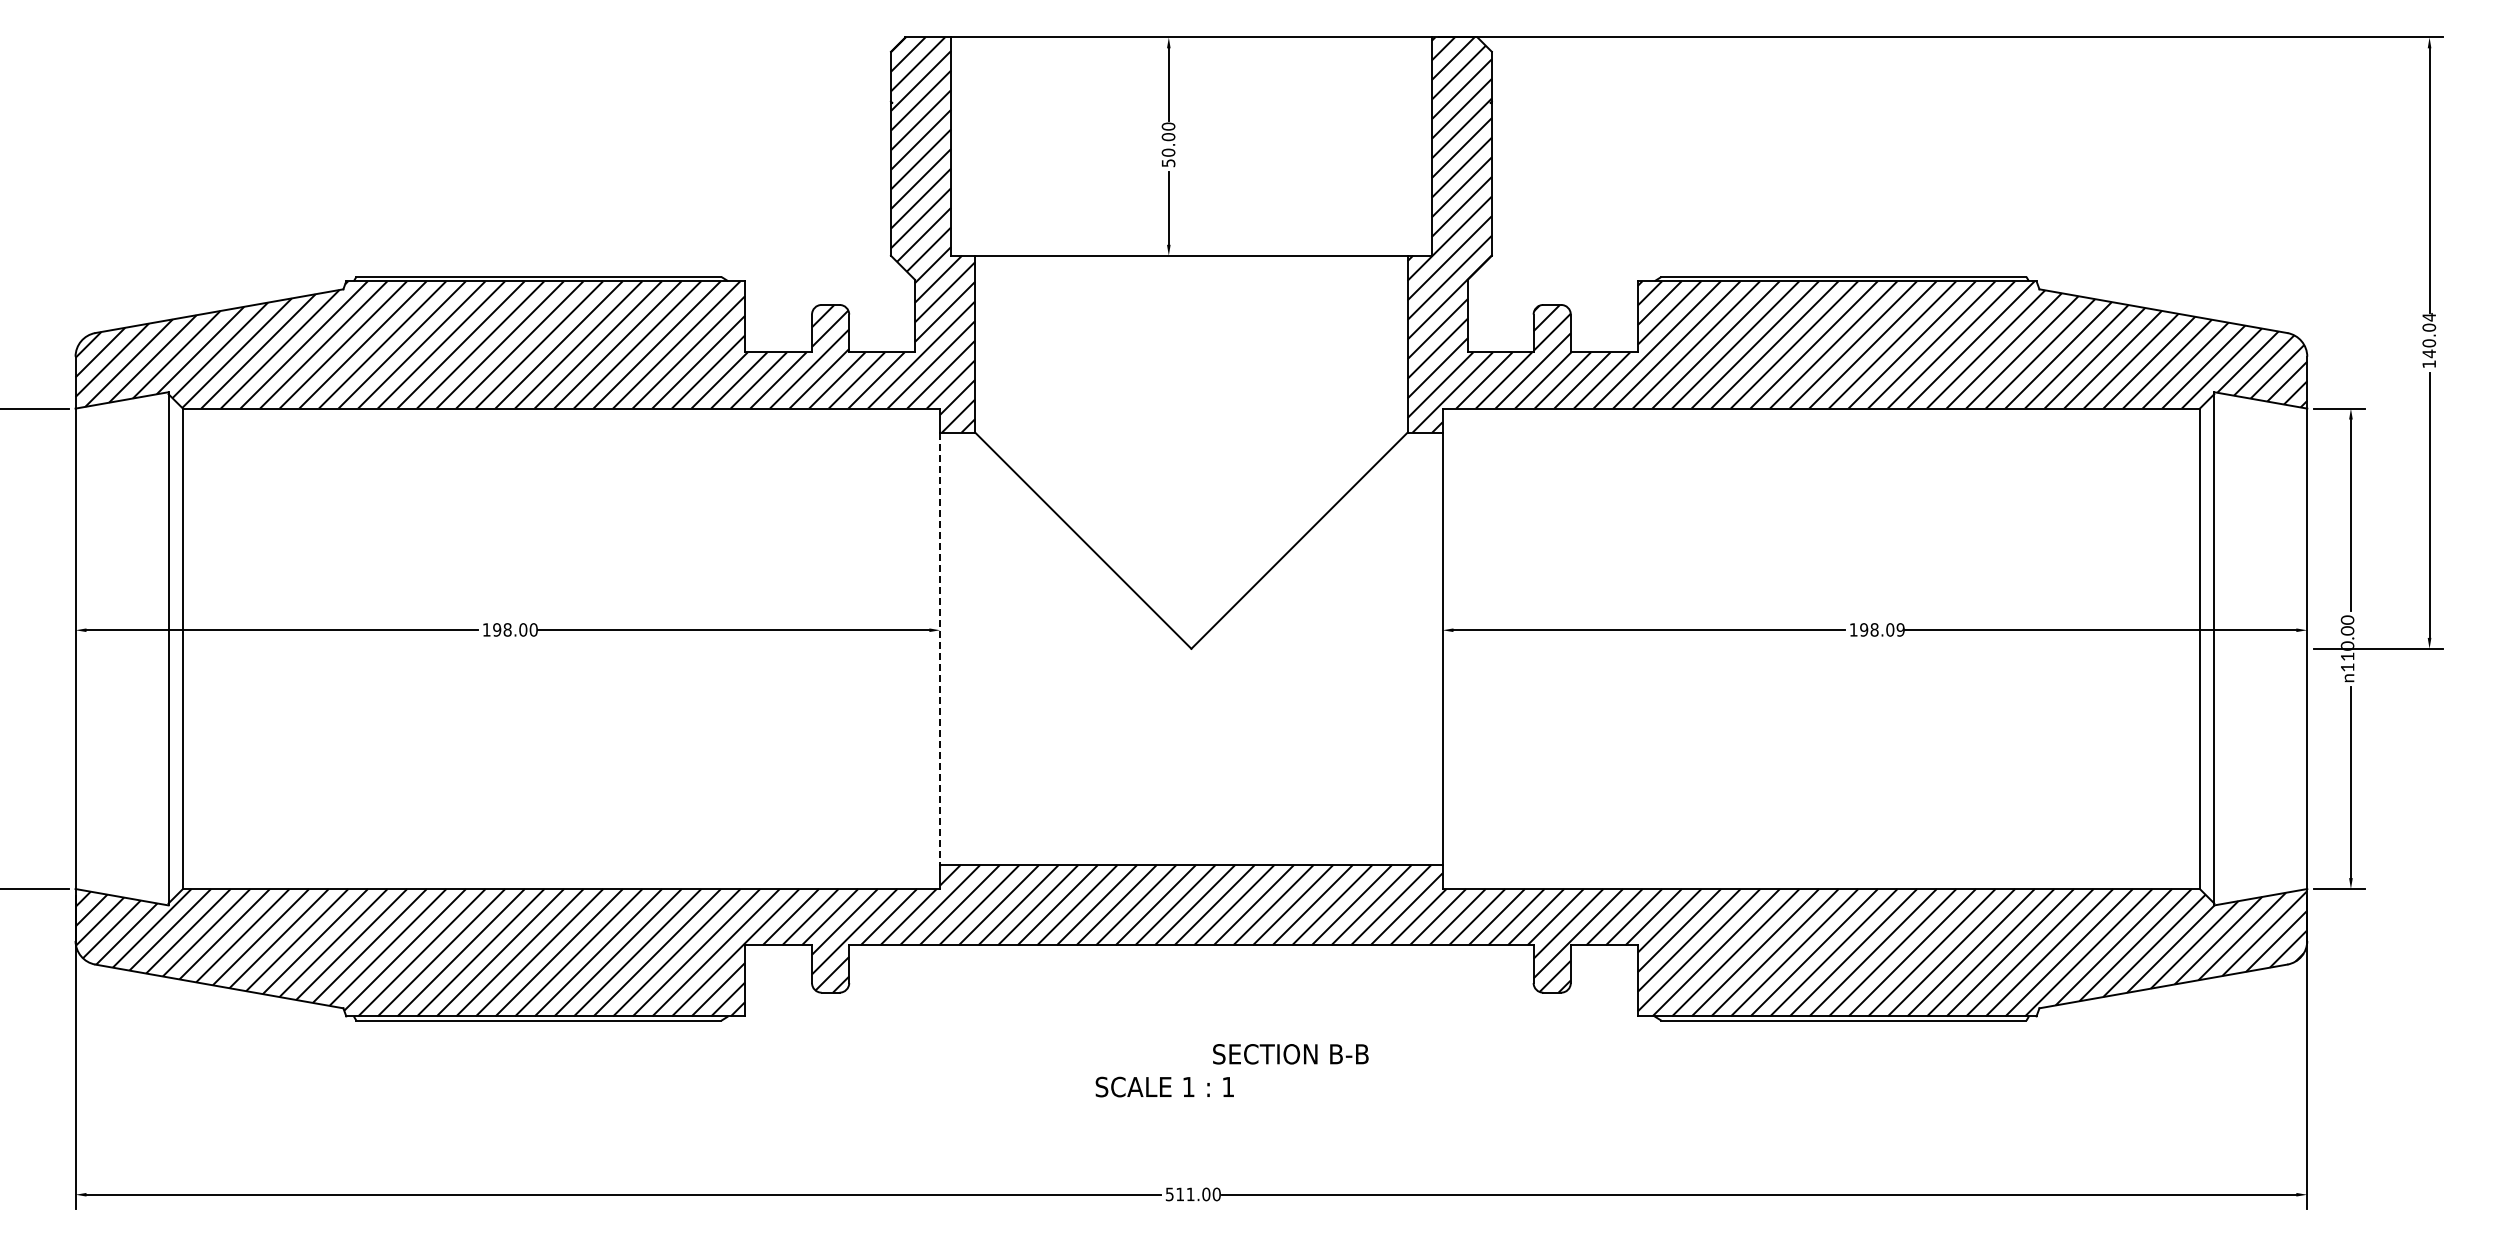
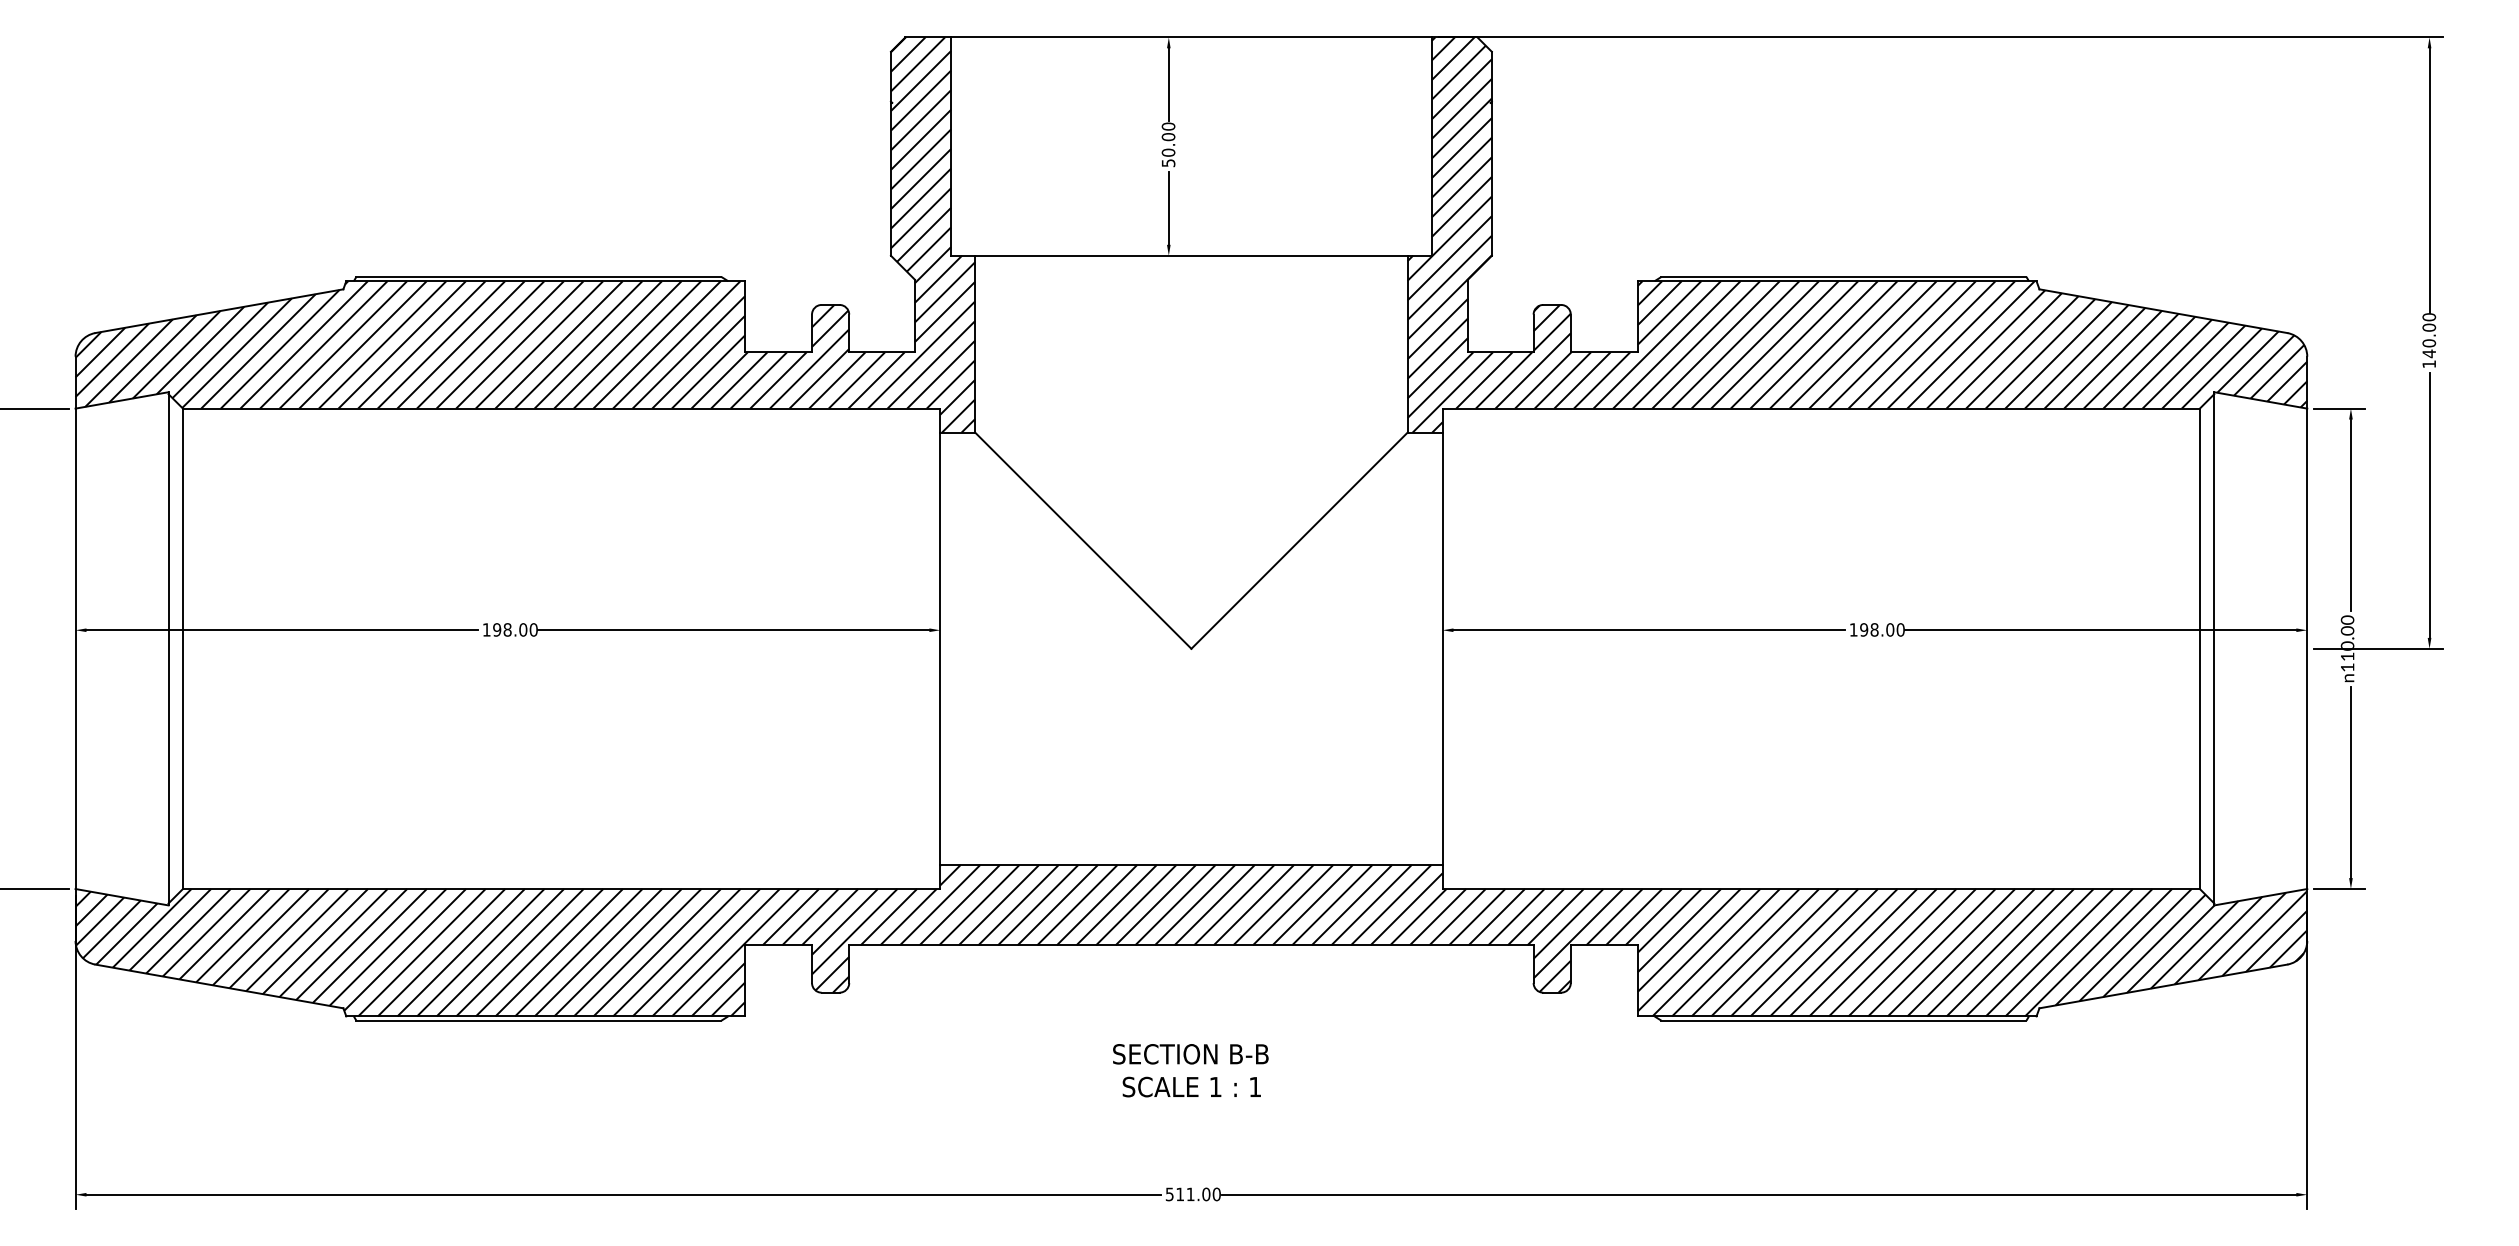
text at (2429, 317): 140.04 -> 140.00
text at (1900, 629): 198.09 -> 198.00
line at (940, 649): dashed -> solid
text at (1290, 1054) position: (1290, 1054) -> (1190, 1054)
text at (1164, 1086) position: (1164, 1086) -> (1191, 1086)
